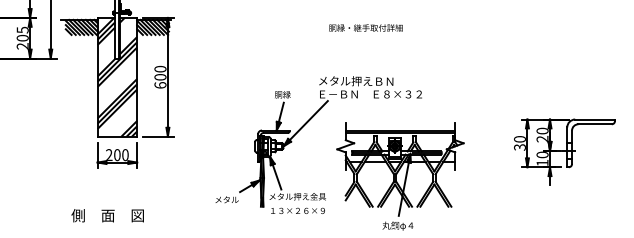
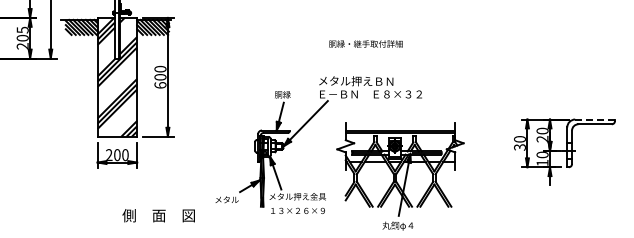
text at (365, 27) position: (365, 27) -> (365, 43)
line at (595, 119): solid -> dashed
text at (107, 215) position: (107, 215) -> (158, 215)
